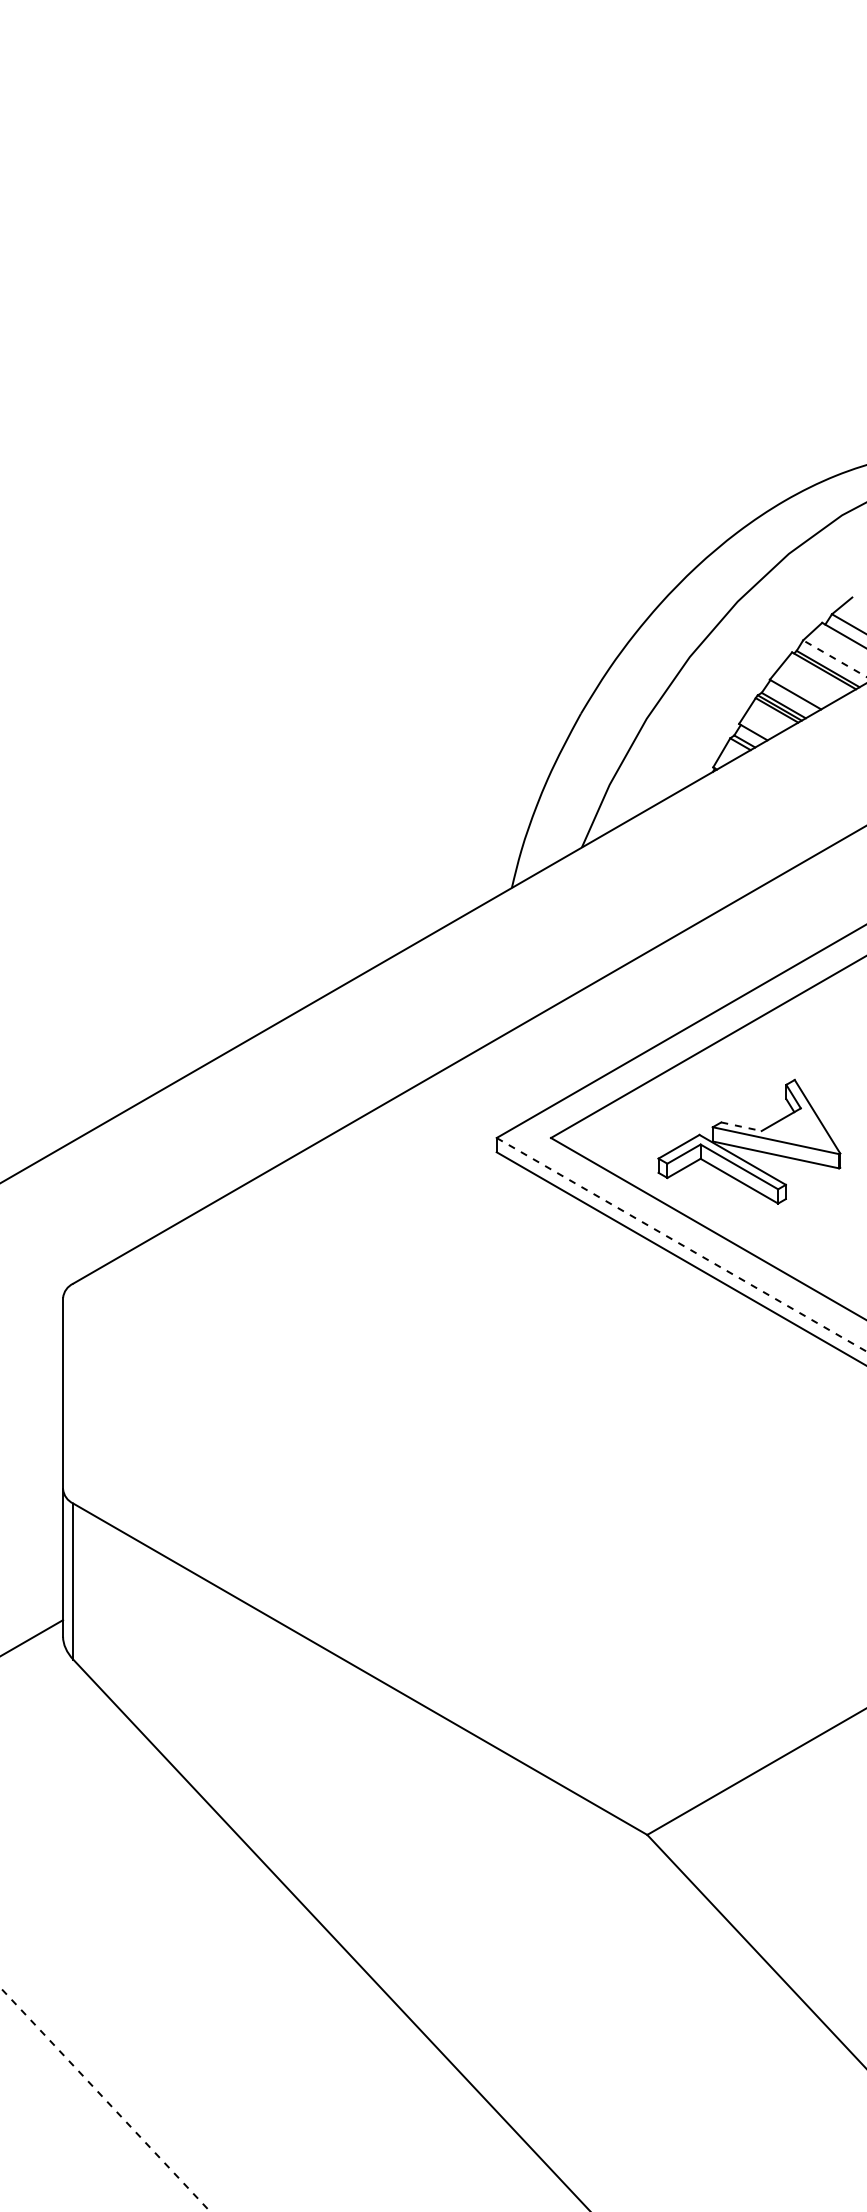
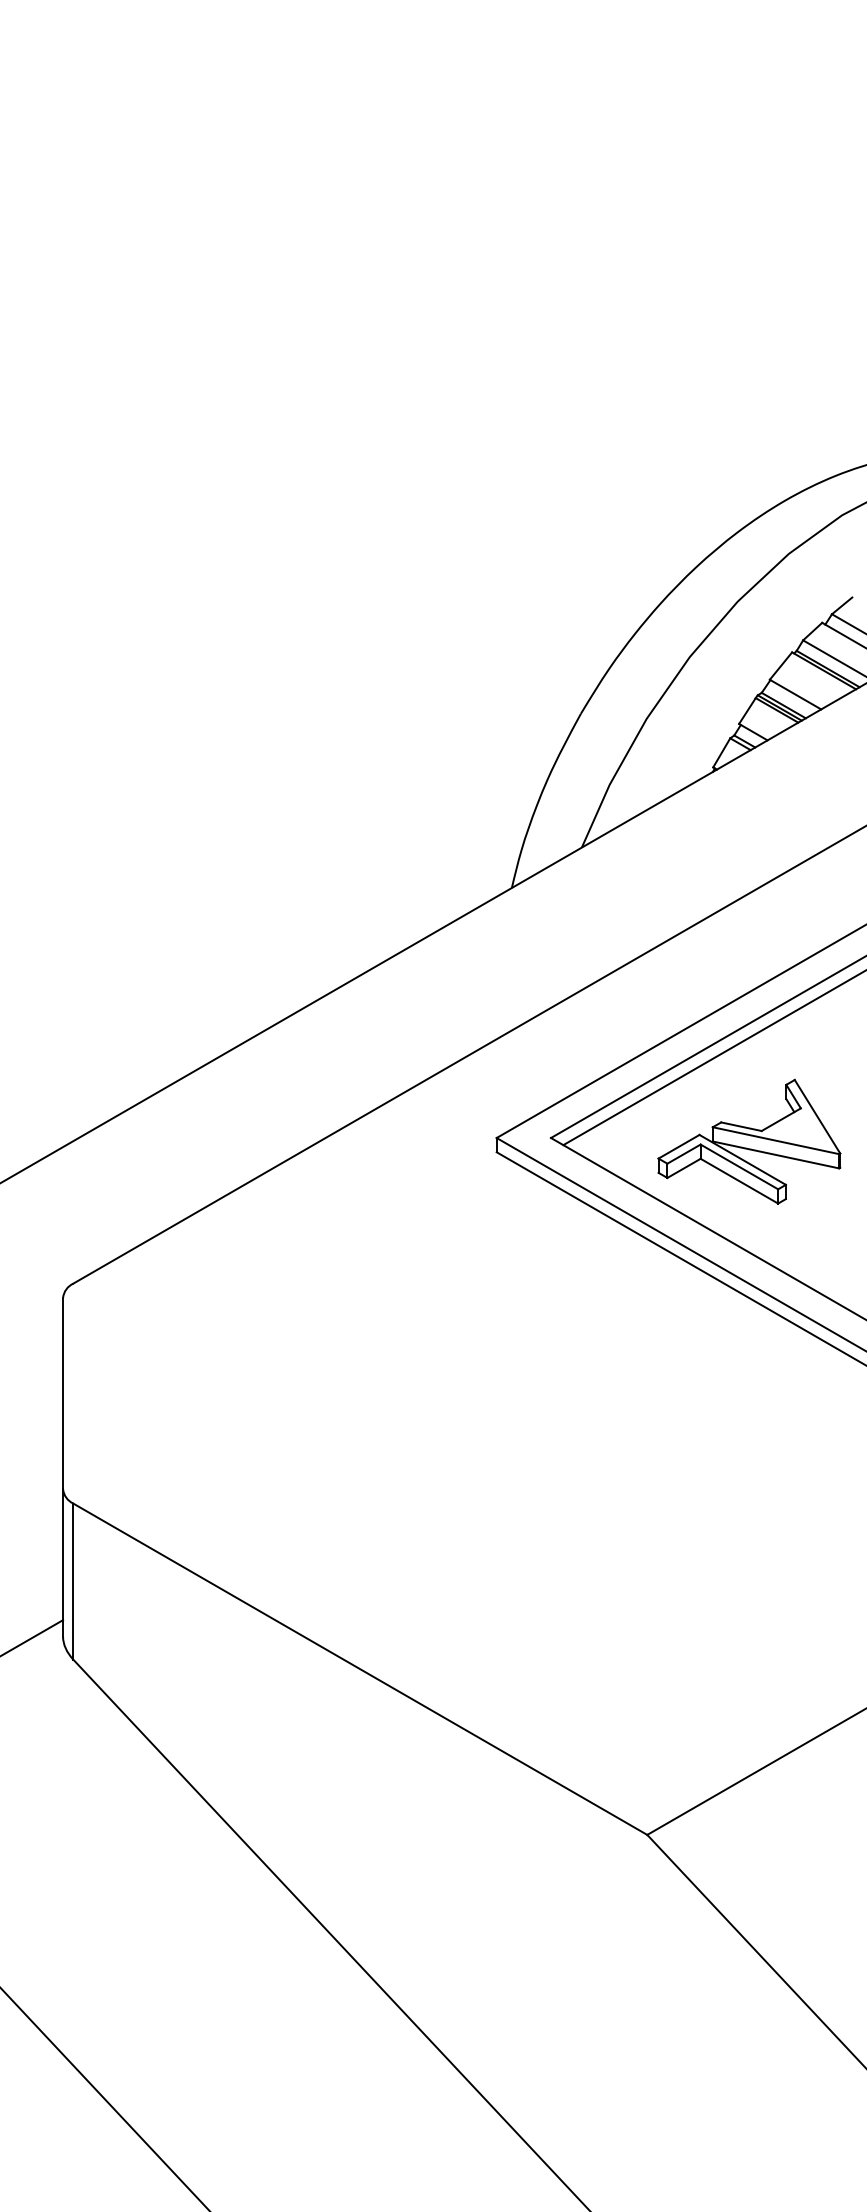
line at (835, 658): dashed -> solid
line at (713, 1058): none -> present
line at (741, 1126): dashed -> solid
line at (681, 1244): dashed -> solid
line at (105, 2099): dashed -> solid
